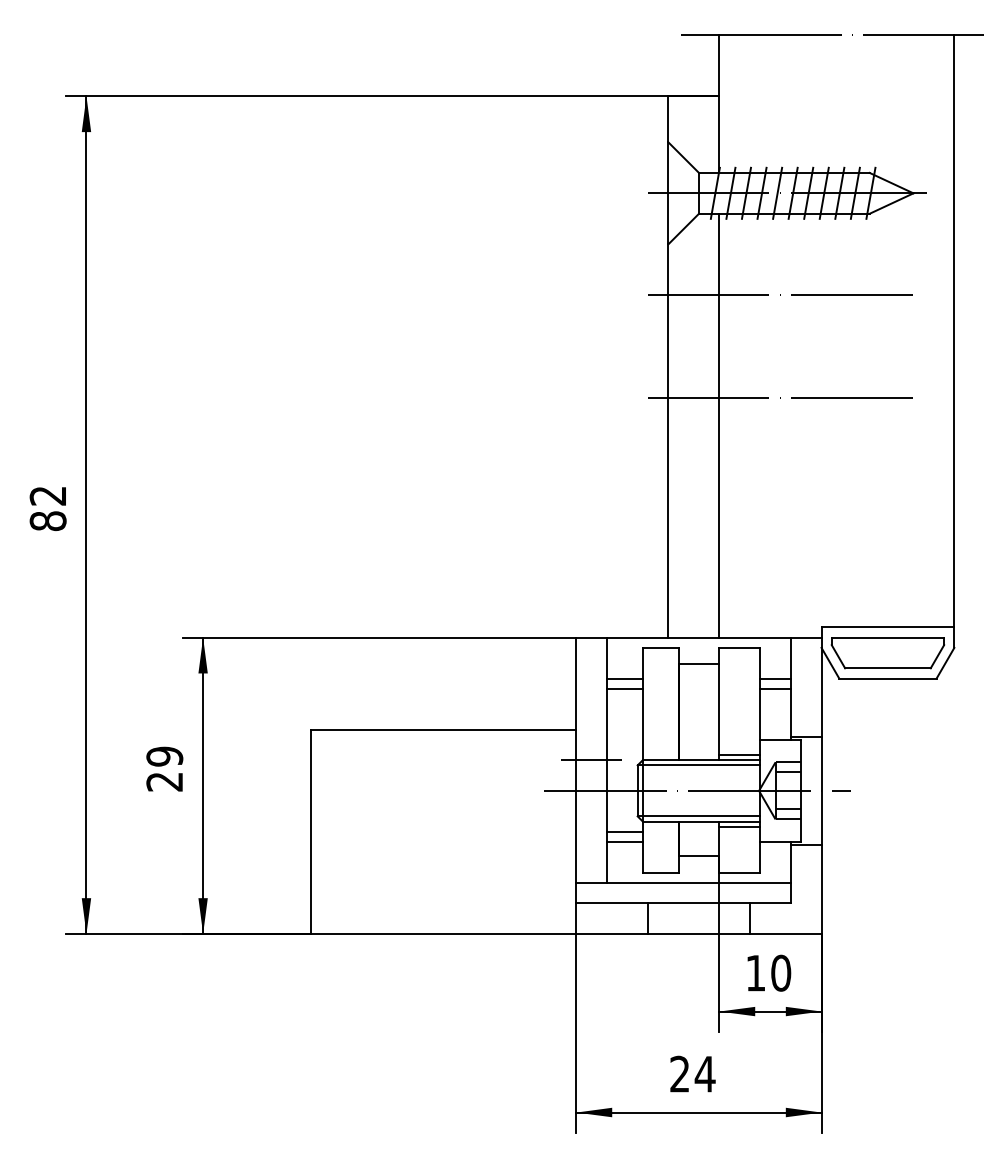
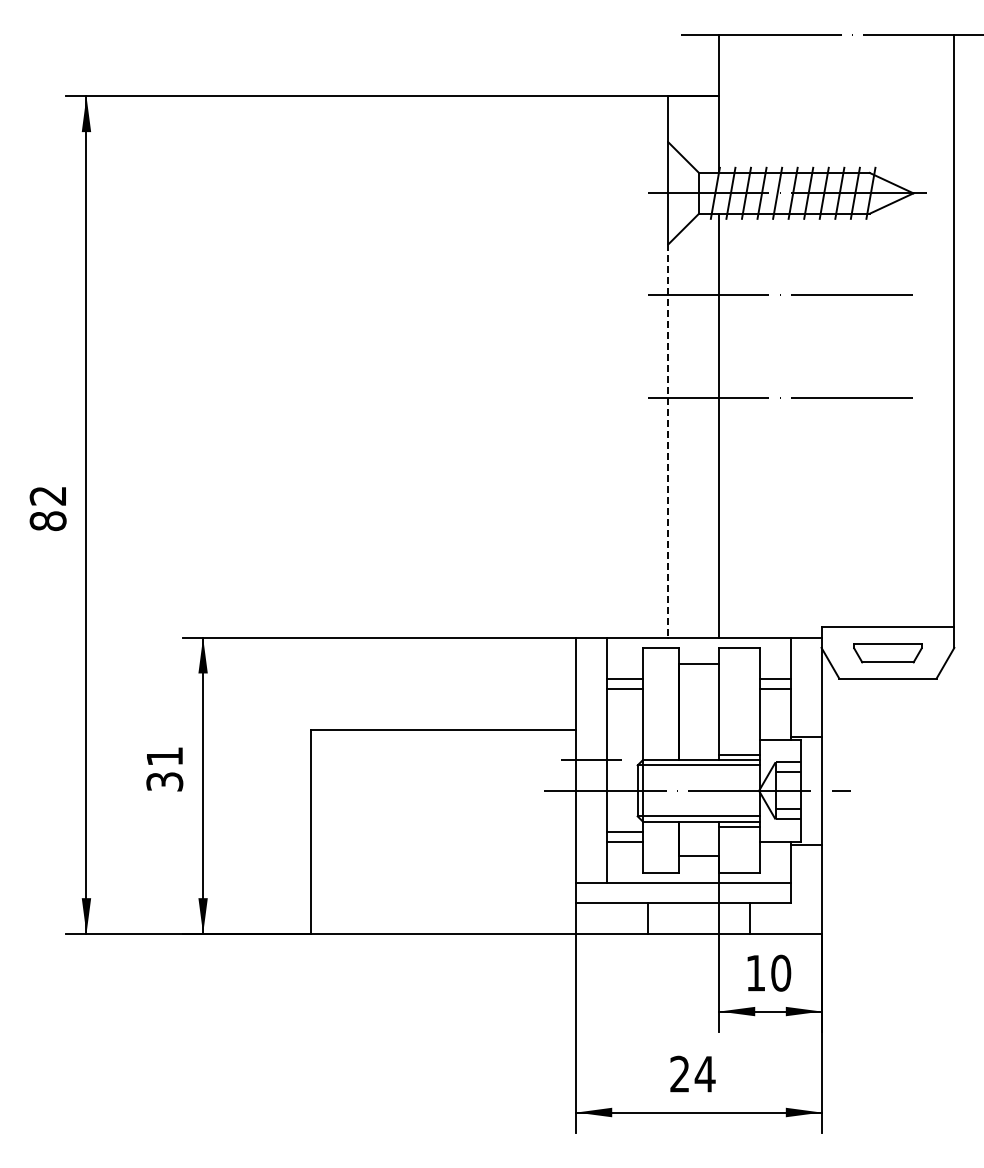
line at (668, 441): solid -> dashed
part at (887, 653) size: 116x33 px -> 70x21 px
text at (164, 768): 29 -> 31
